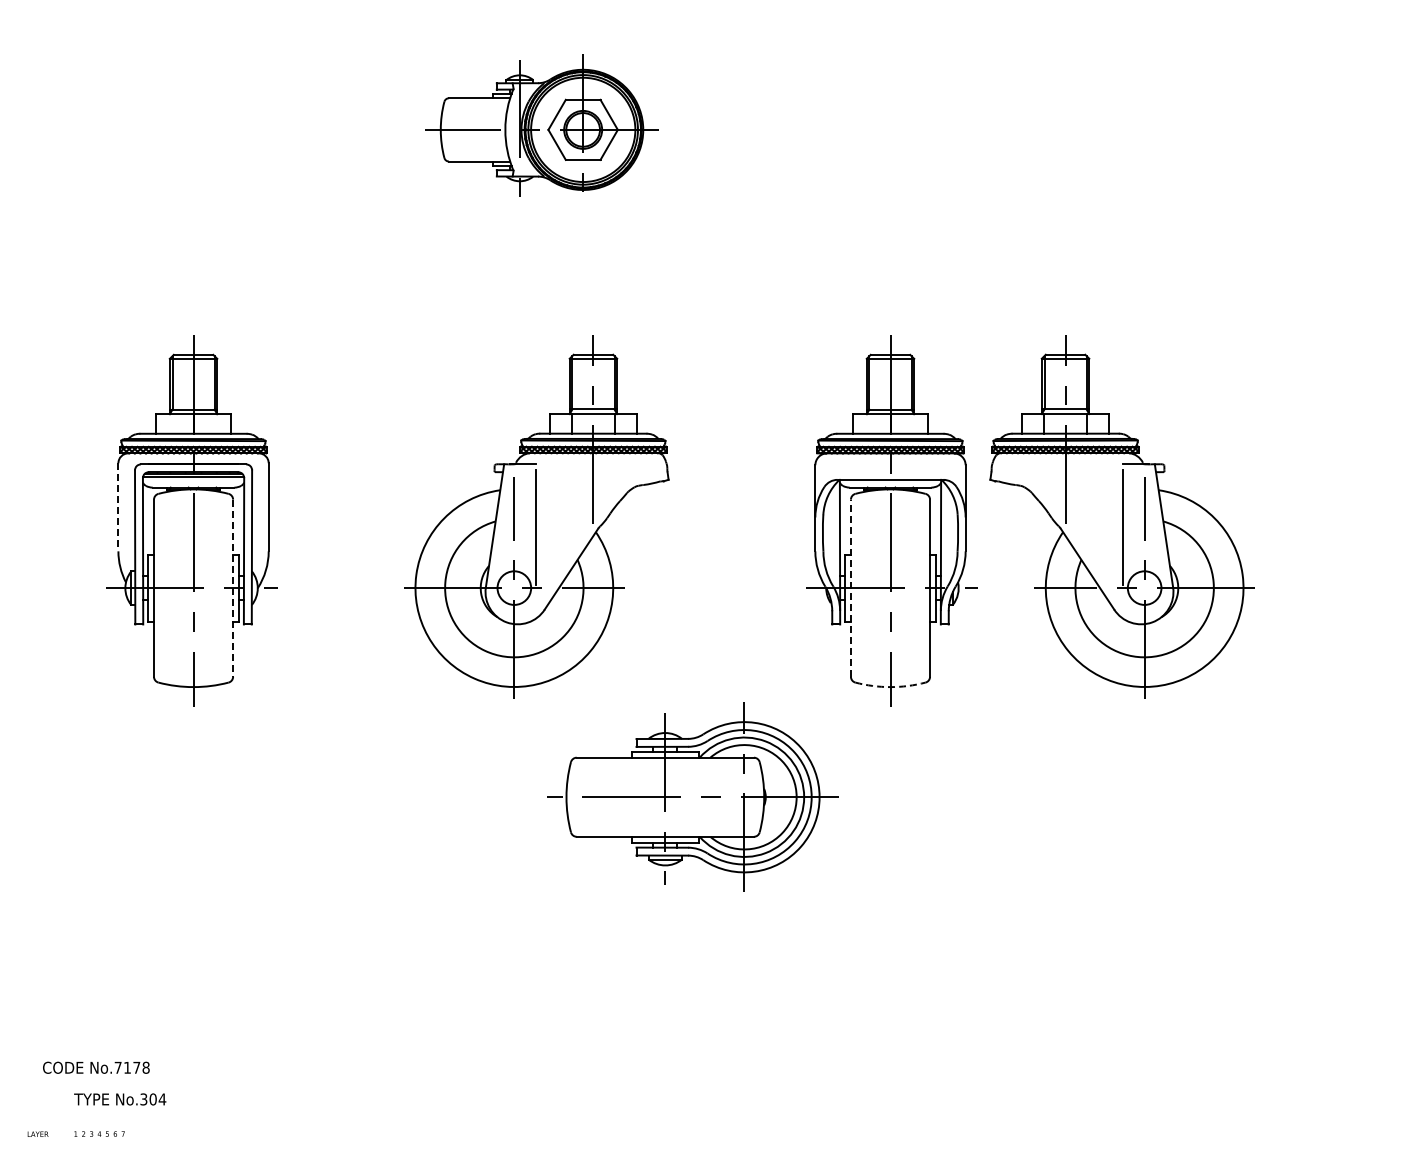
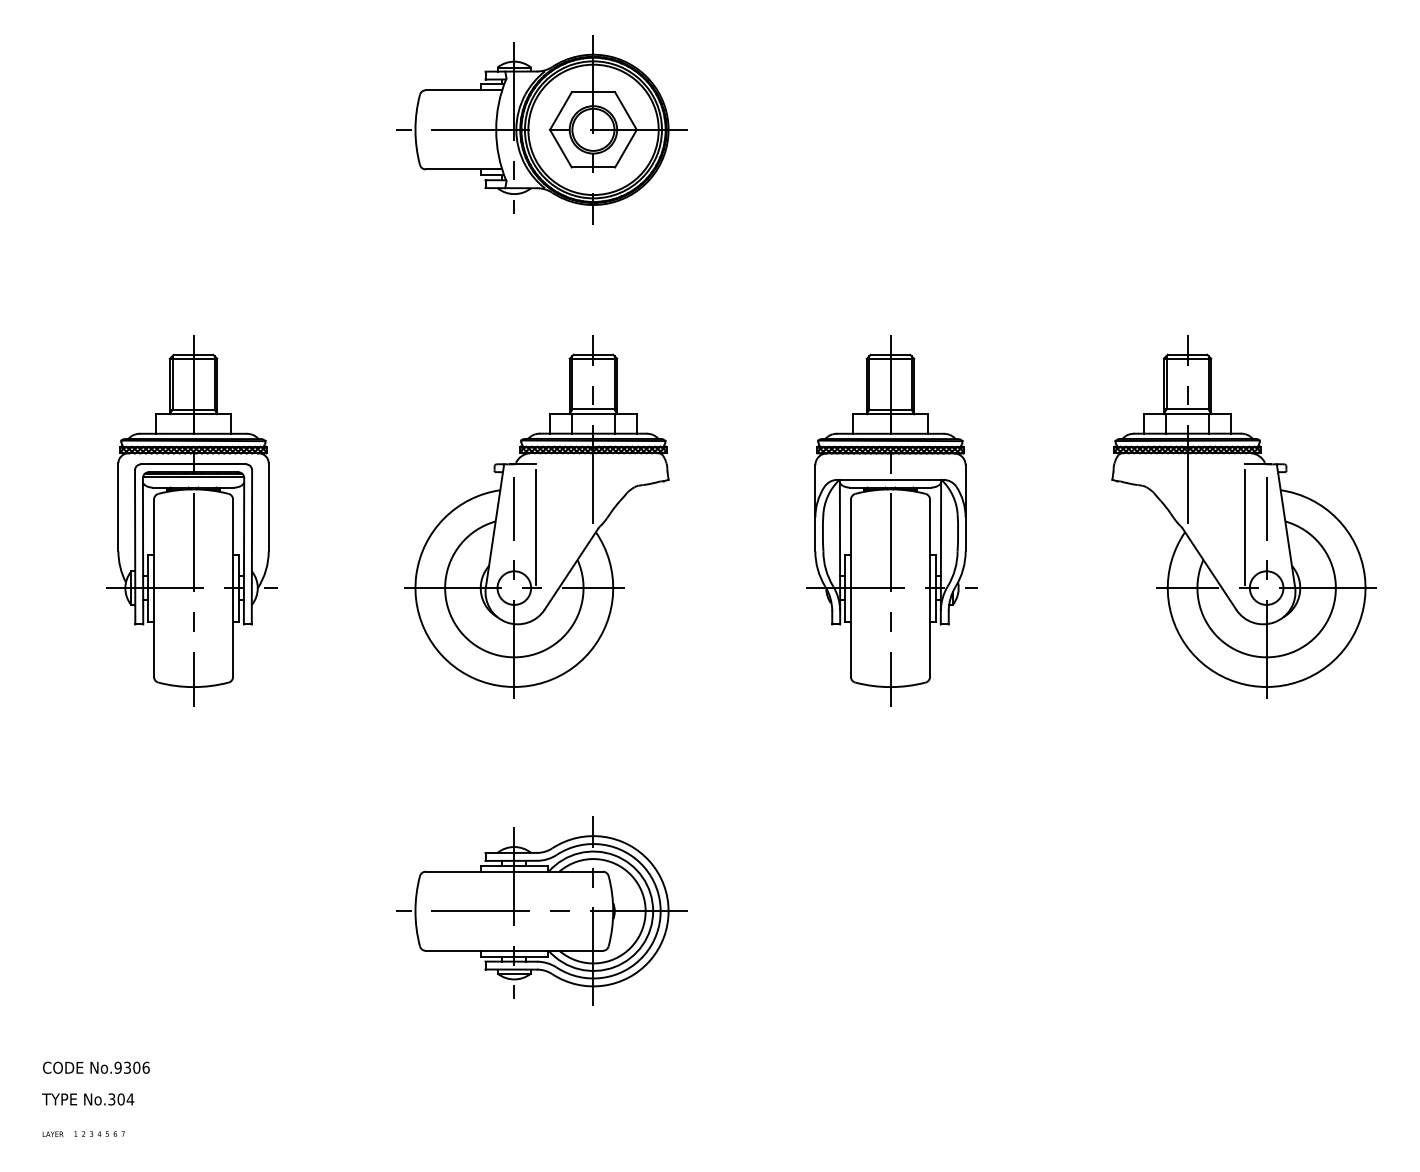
part at (541, 125) size: 234x143 px -> 292x190 px
line at (118, 507): dashed -> solid
part at (1121, 516) position: (1121, 516) -> (1243, 516)
line at (233, 588): dashed -> solid
line at (850, 588): dashed -> solid
arc at (890, 687): dashed -> solid
part at (692, 796) position: (692, 796) -> (541, 910)
text at (131, 1067): No.7178 -> No.9306
text at (120, 1099) position: (120, 1099) -> (88, 1099)
text at (37, 1133) position: (37, 1133) -> (52, 1133)
